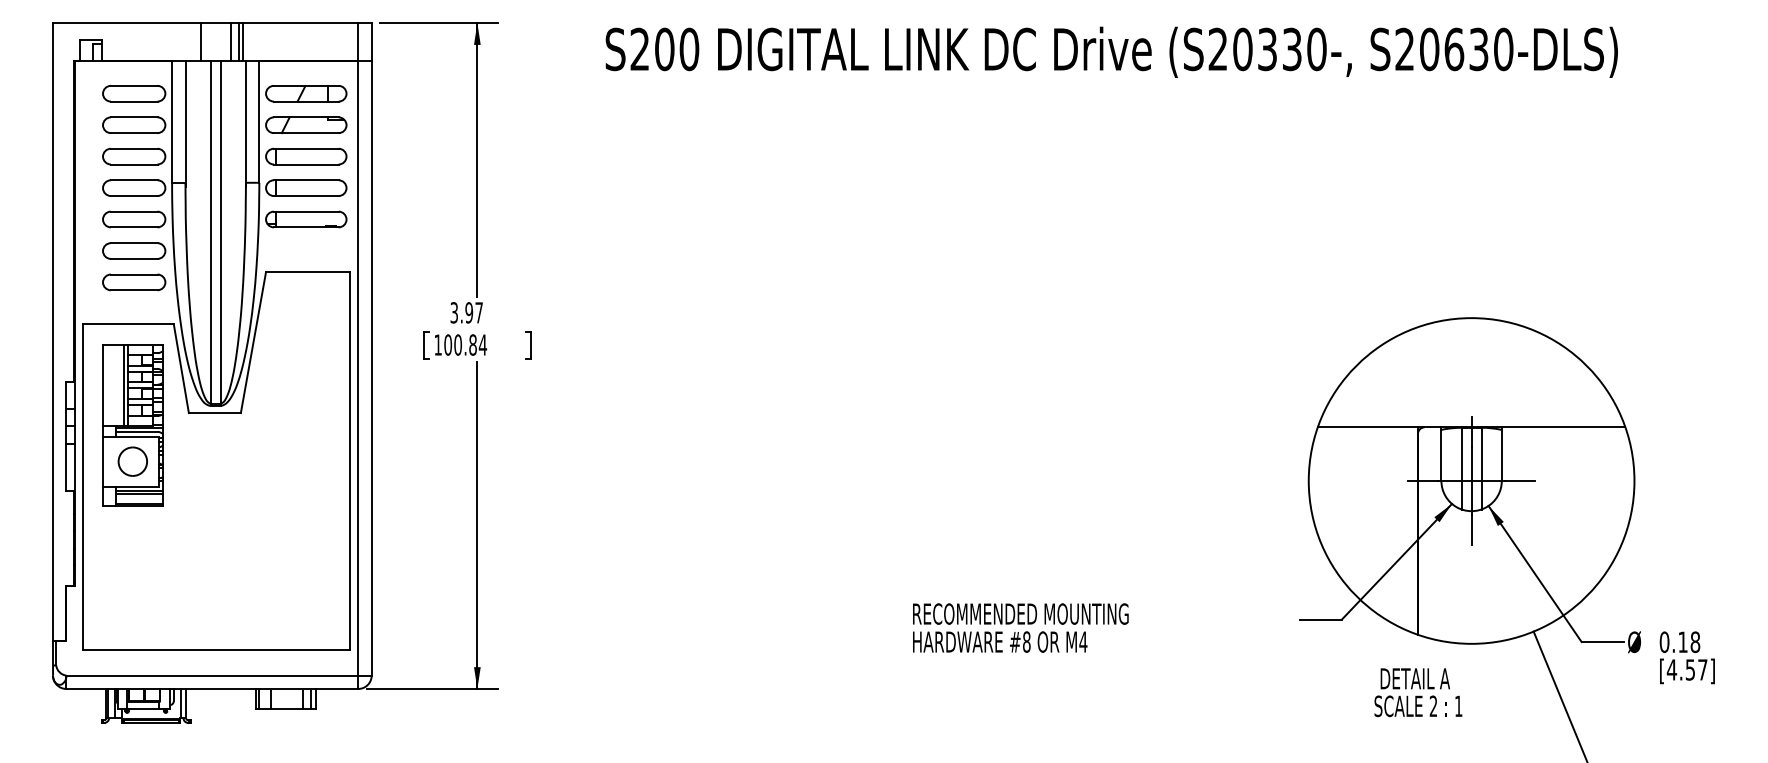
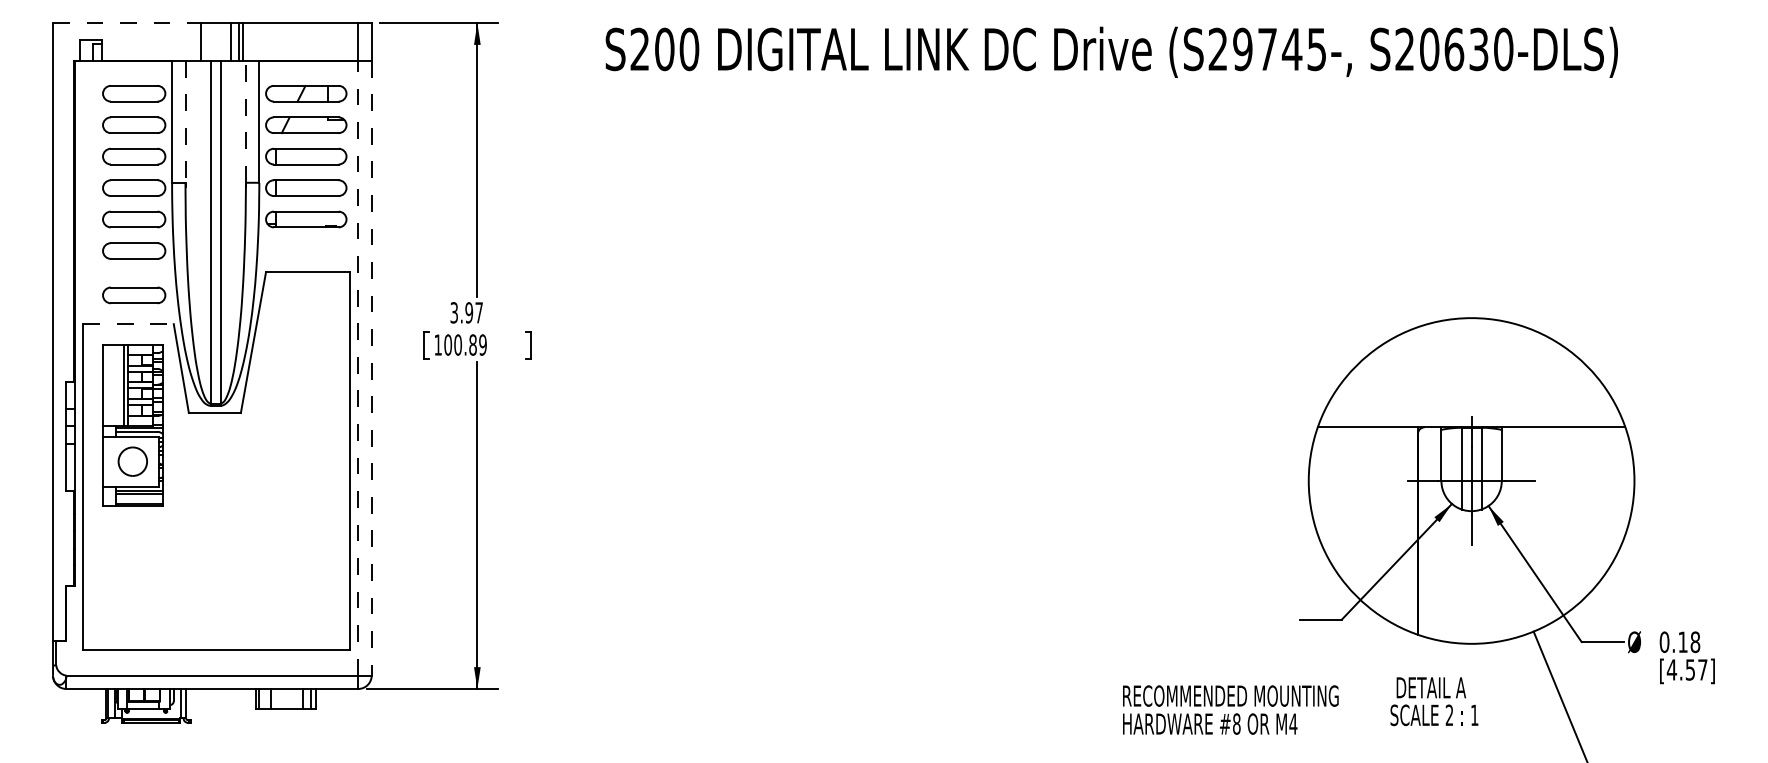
line at (126, 23): solid -> dashed
text at (1279, 49): (S20330-, -> (S29745-,
line at (185, 121): solid -> dashed
line at (245, 121): solid -> dashed
part at (134, 282) position: (134, 282) -> (134, 295)
line at (129, 324): solid -> dashed
text at (482, 344): 100.84 -> 100.89
line at (358, 367): solid -> dashed
line at (371, 368): solid -> dashed
text at (1020, 627) position: (1020, 627) -> (1230, 709)
text at (1418, 692) position: (1418, 692) -> (1434, 701)
